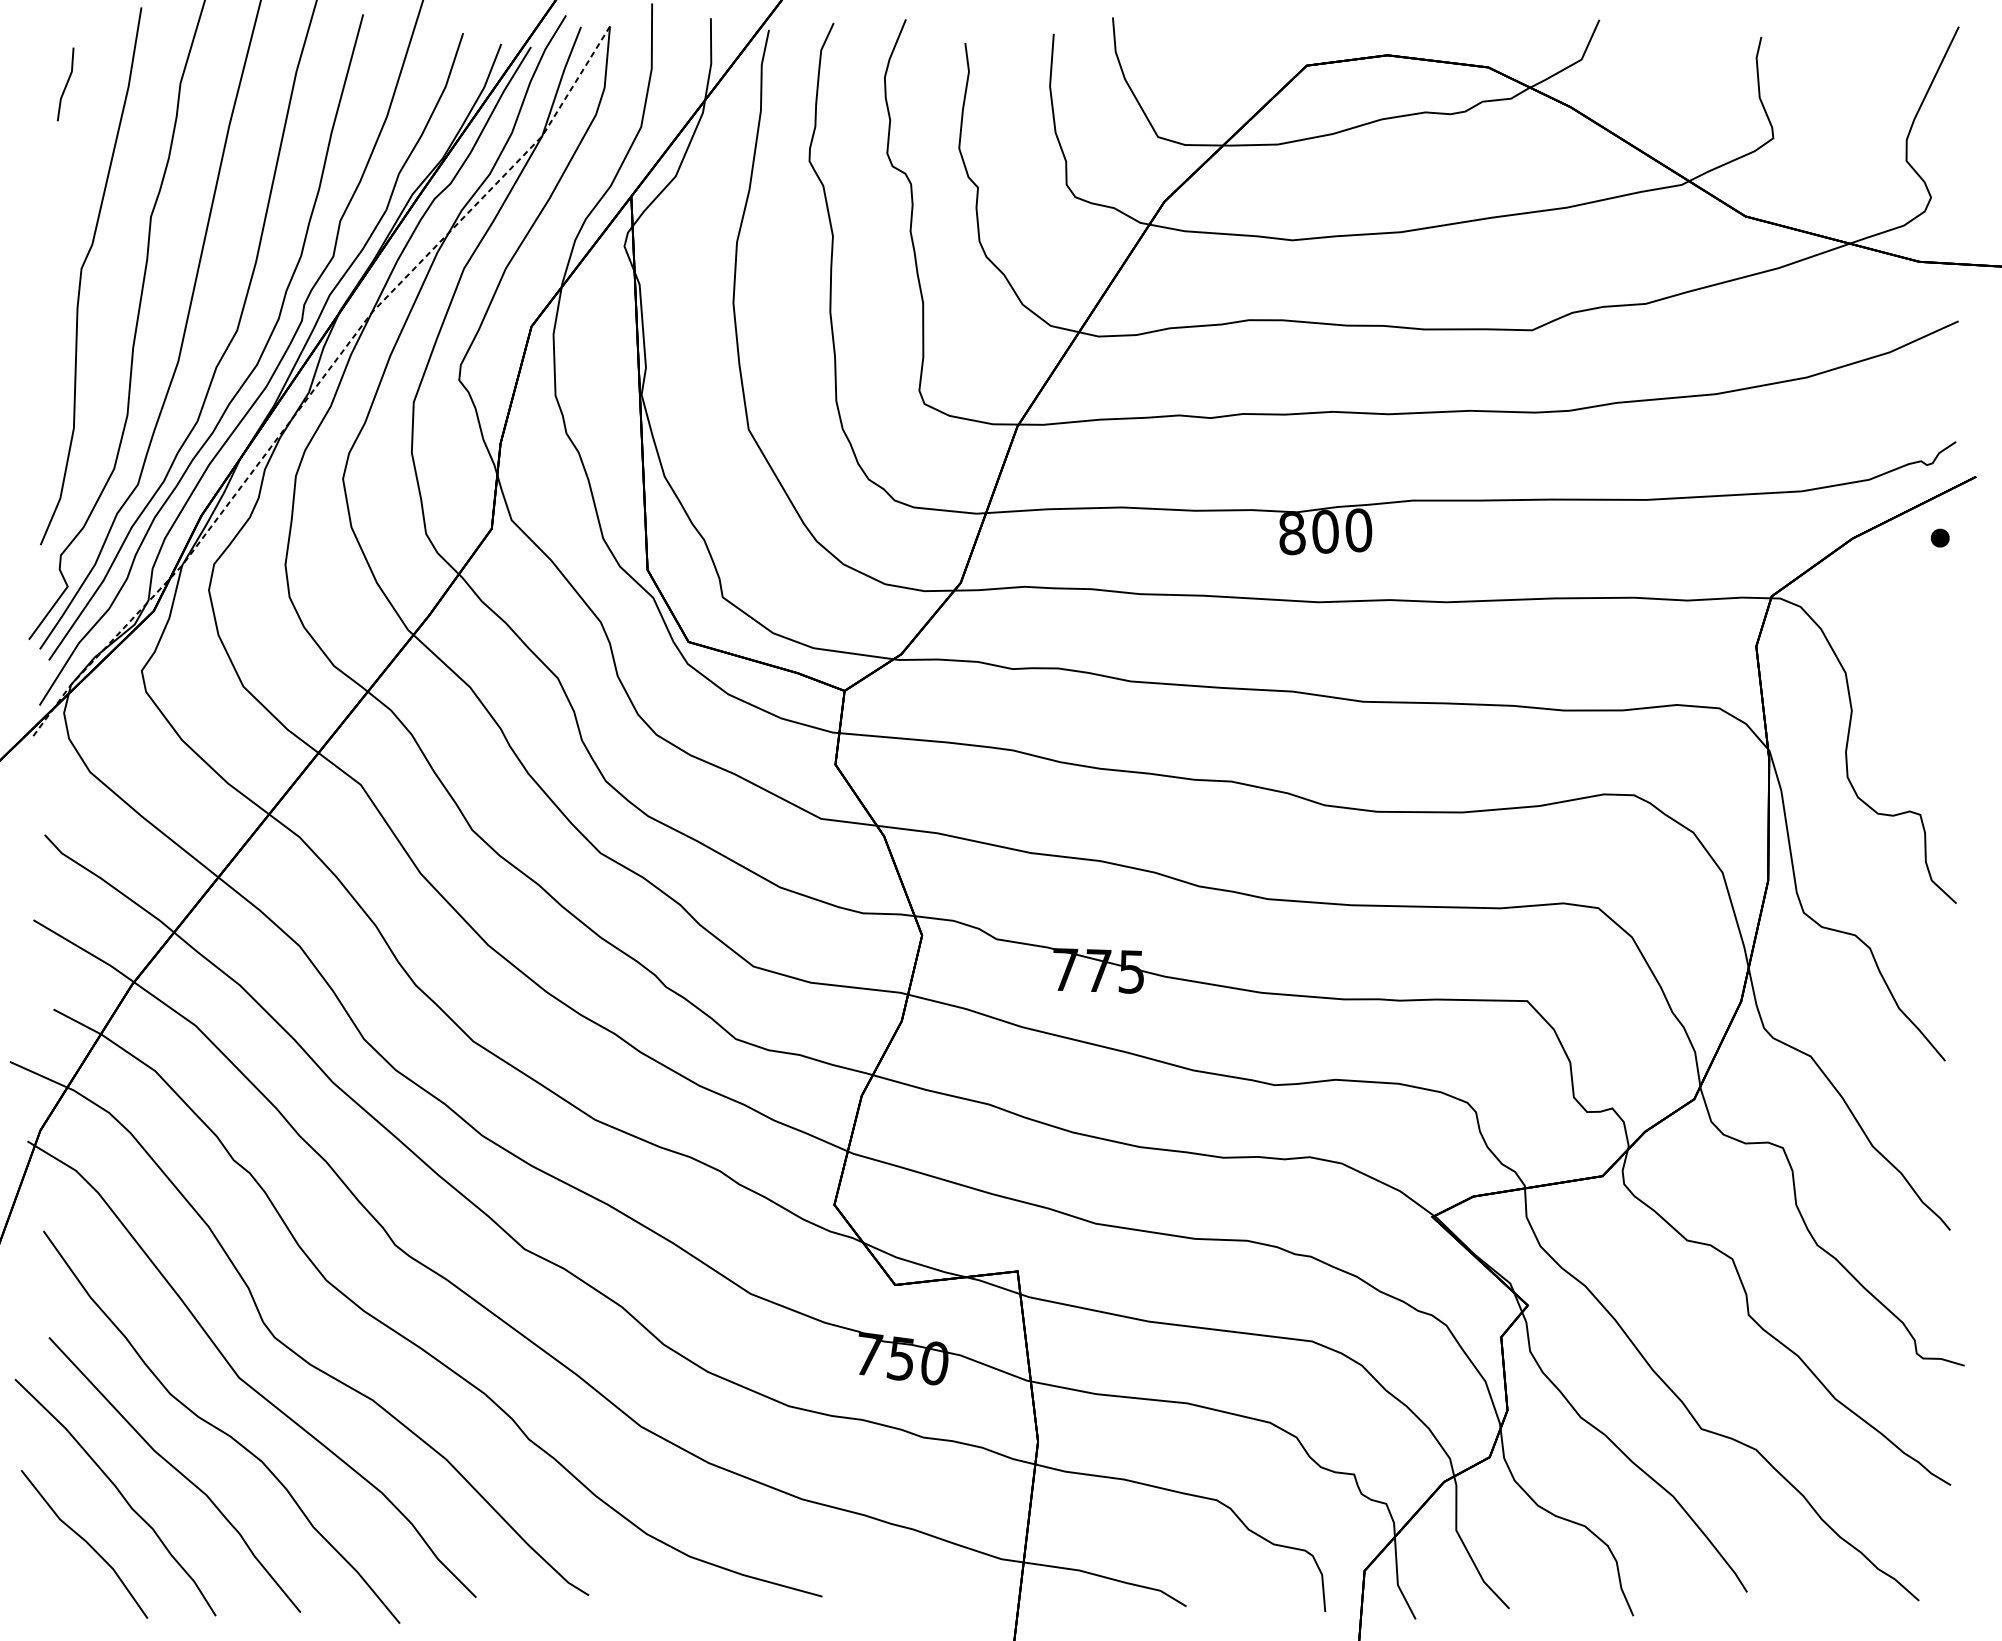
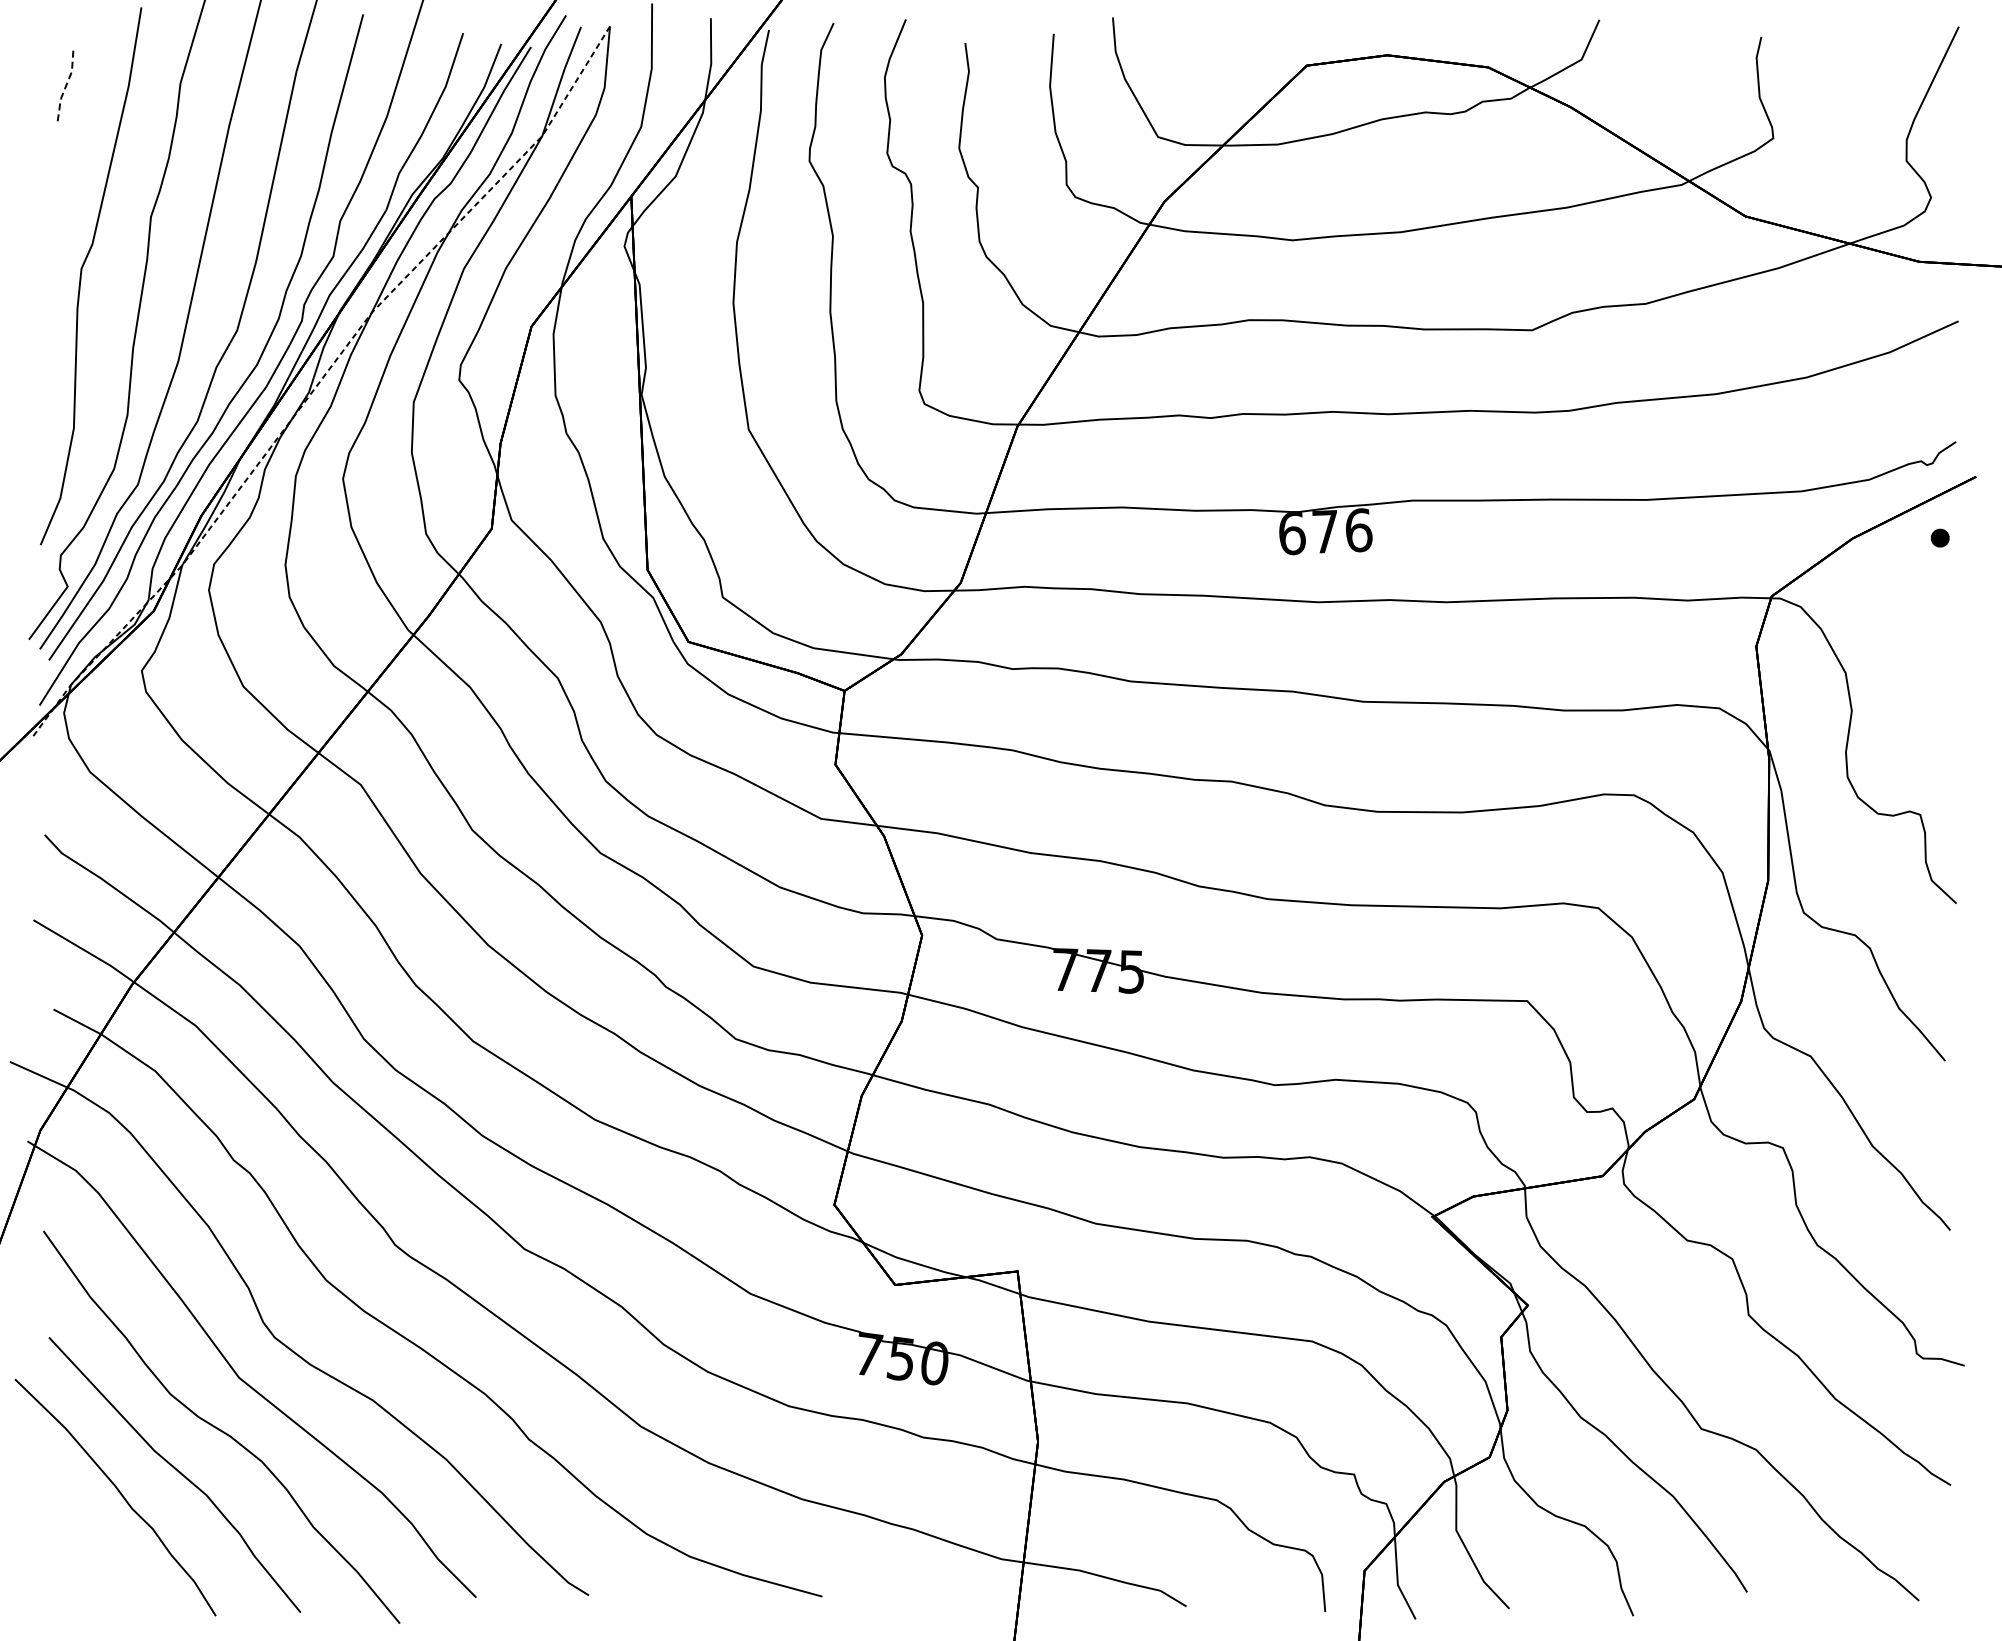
line at (66, 84): solid -> dashed
text at (1325, 531): 800 -> 676
line at (85, 1542): present -> none
